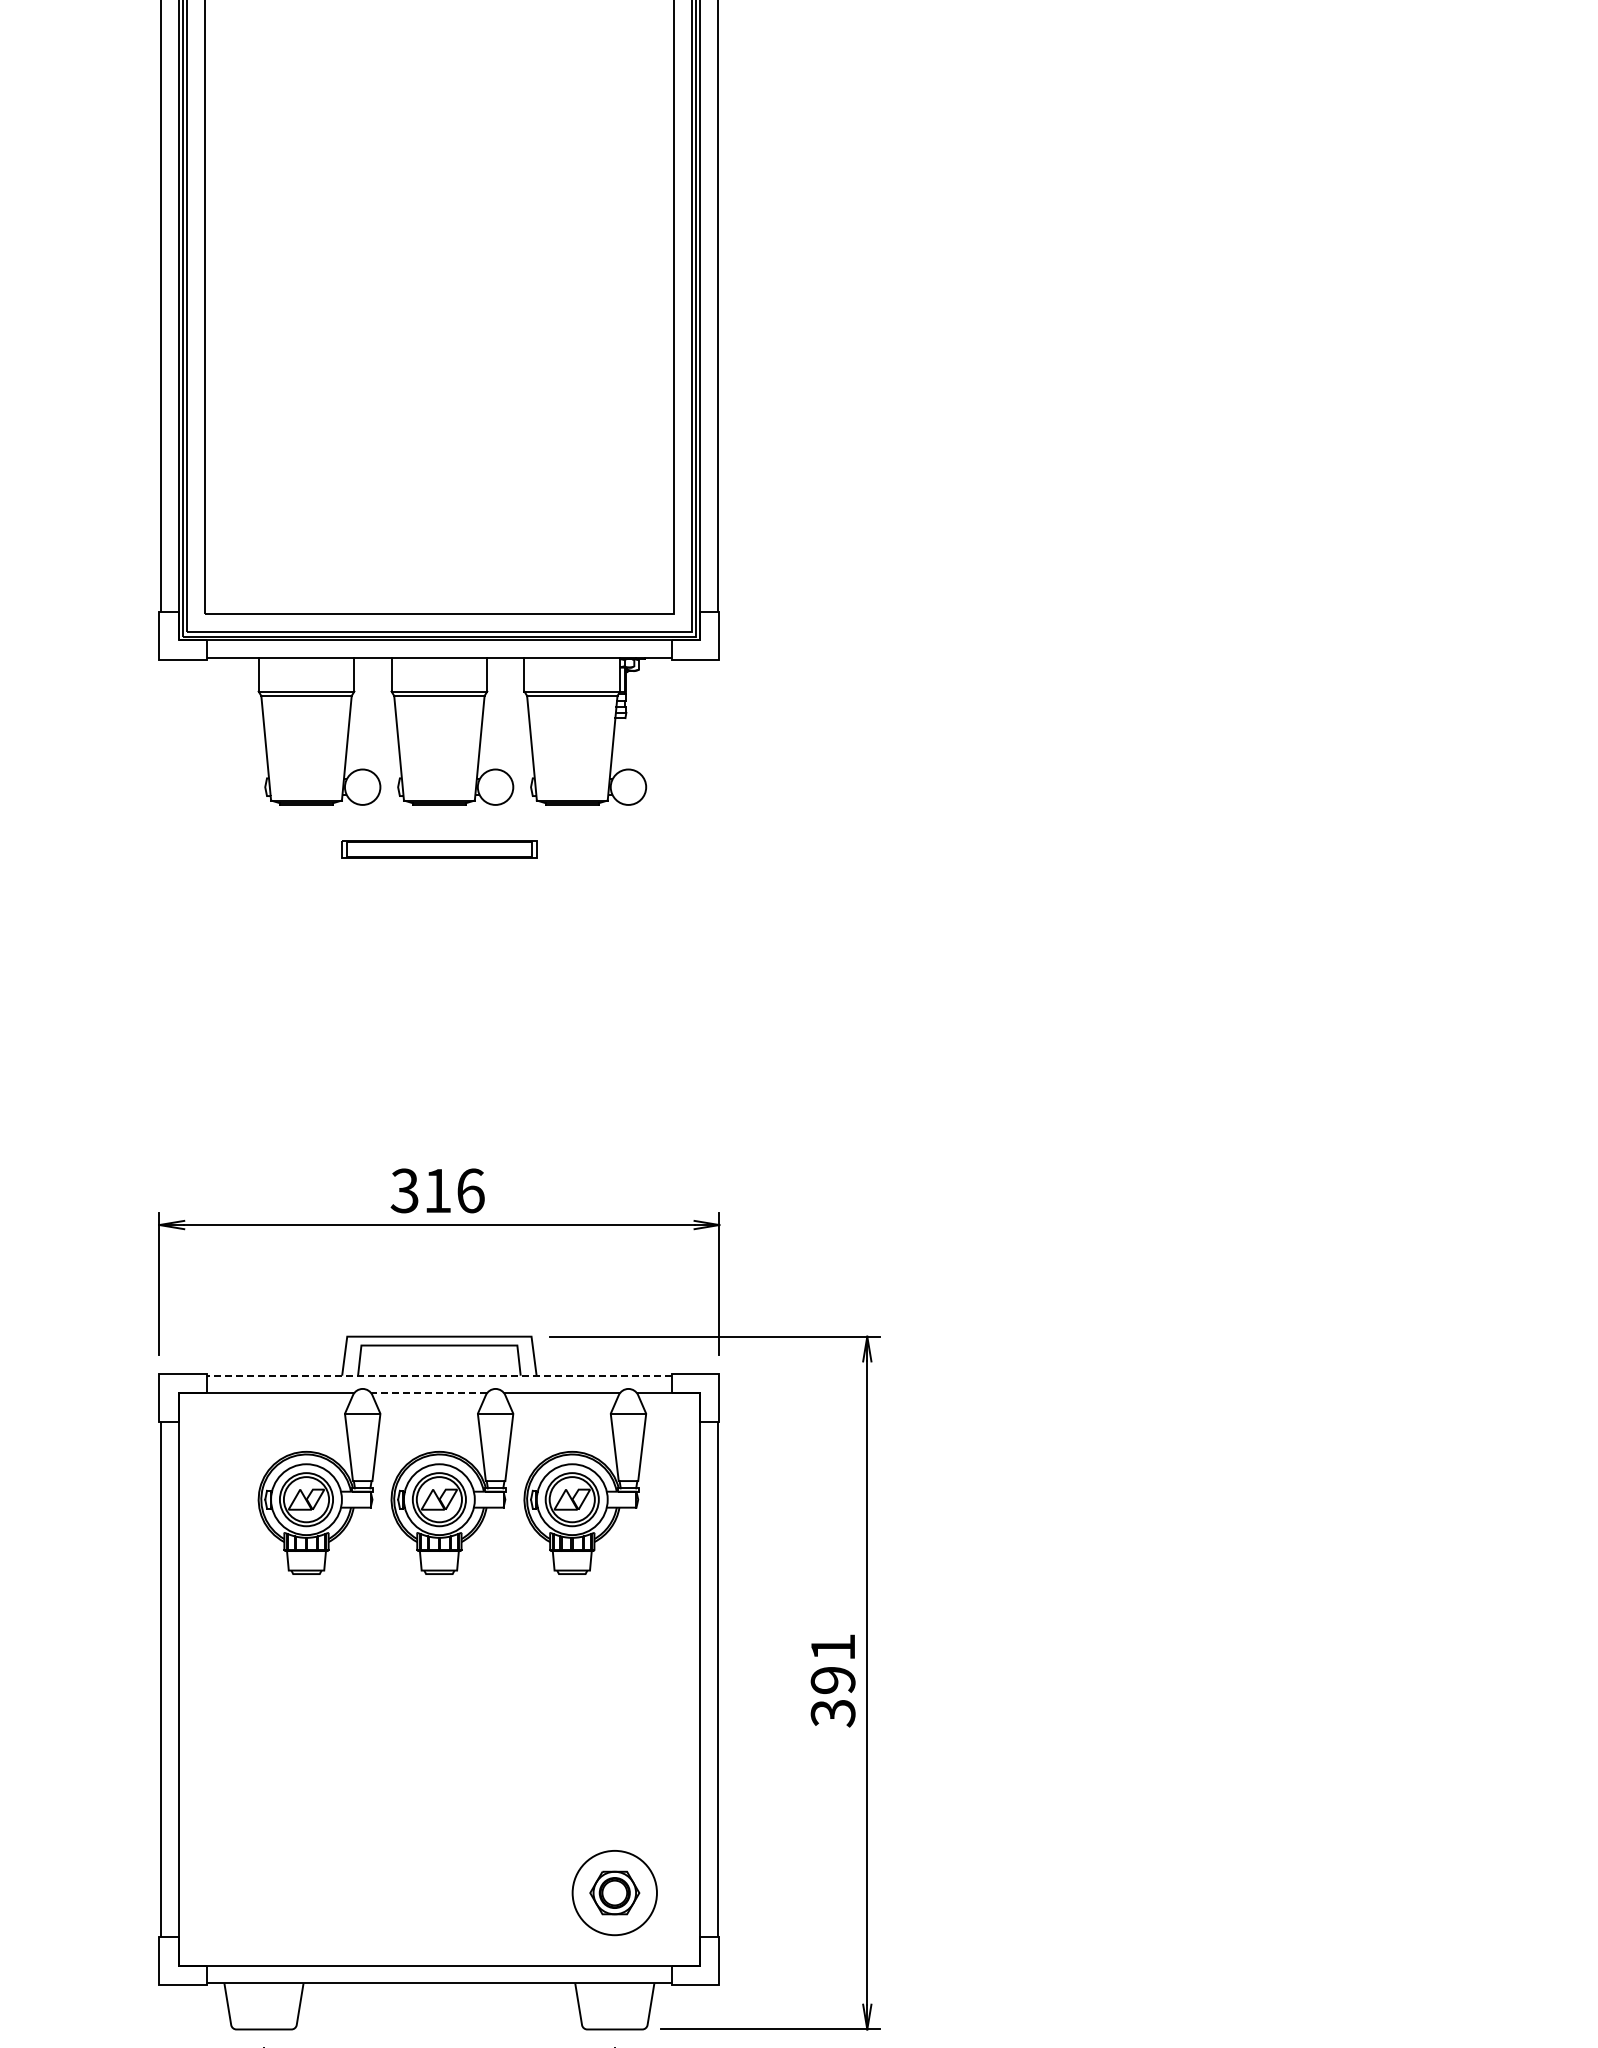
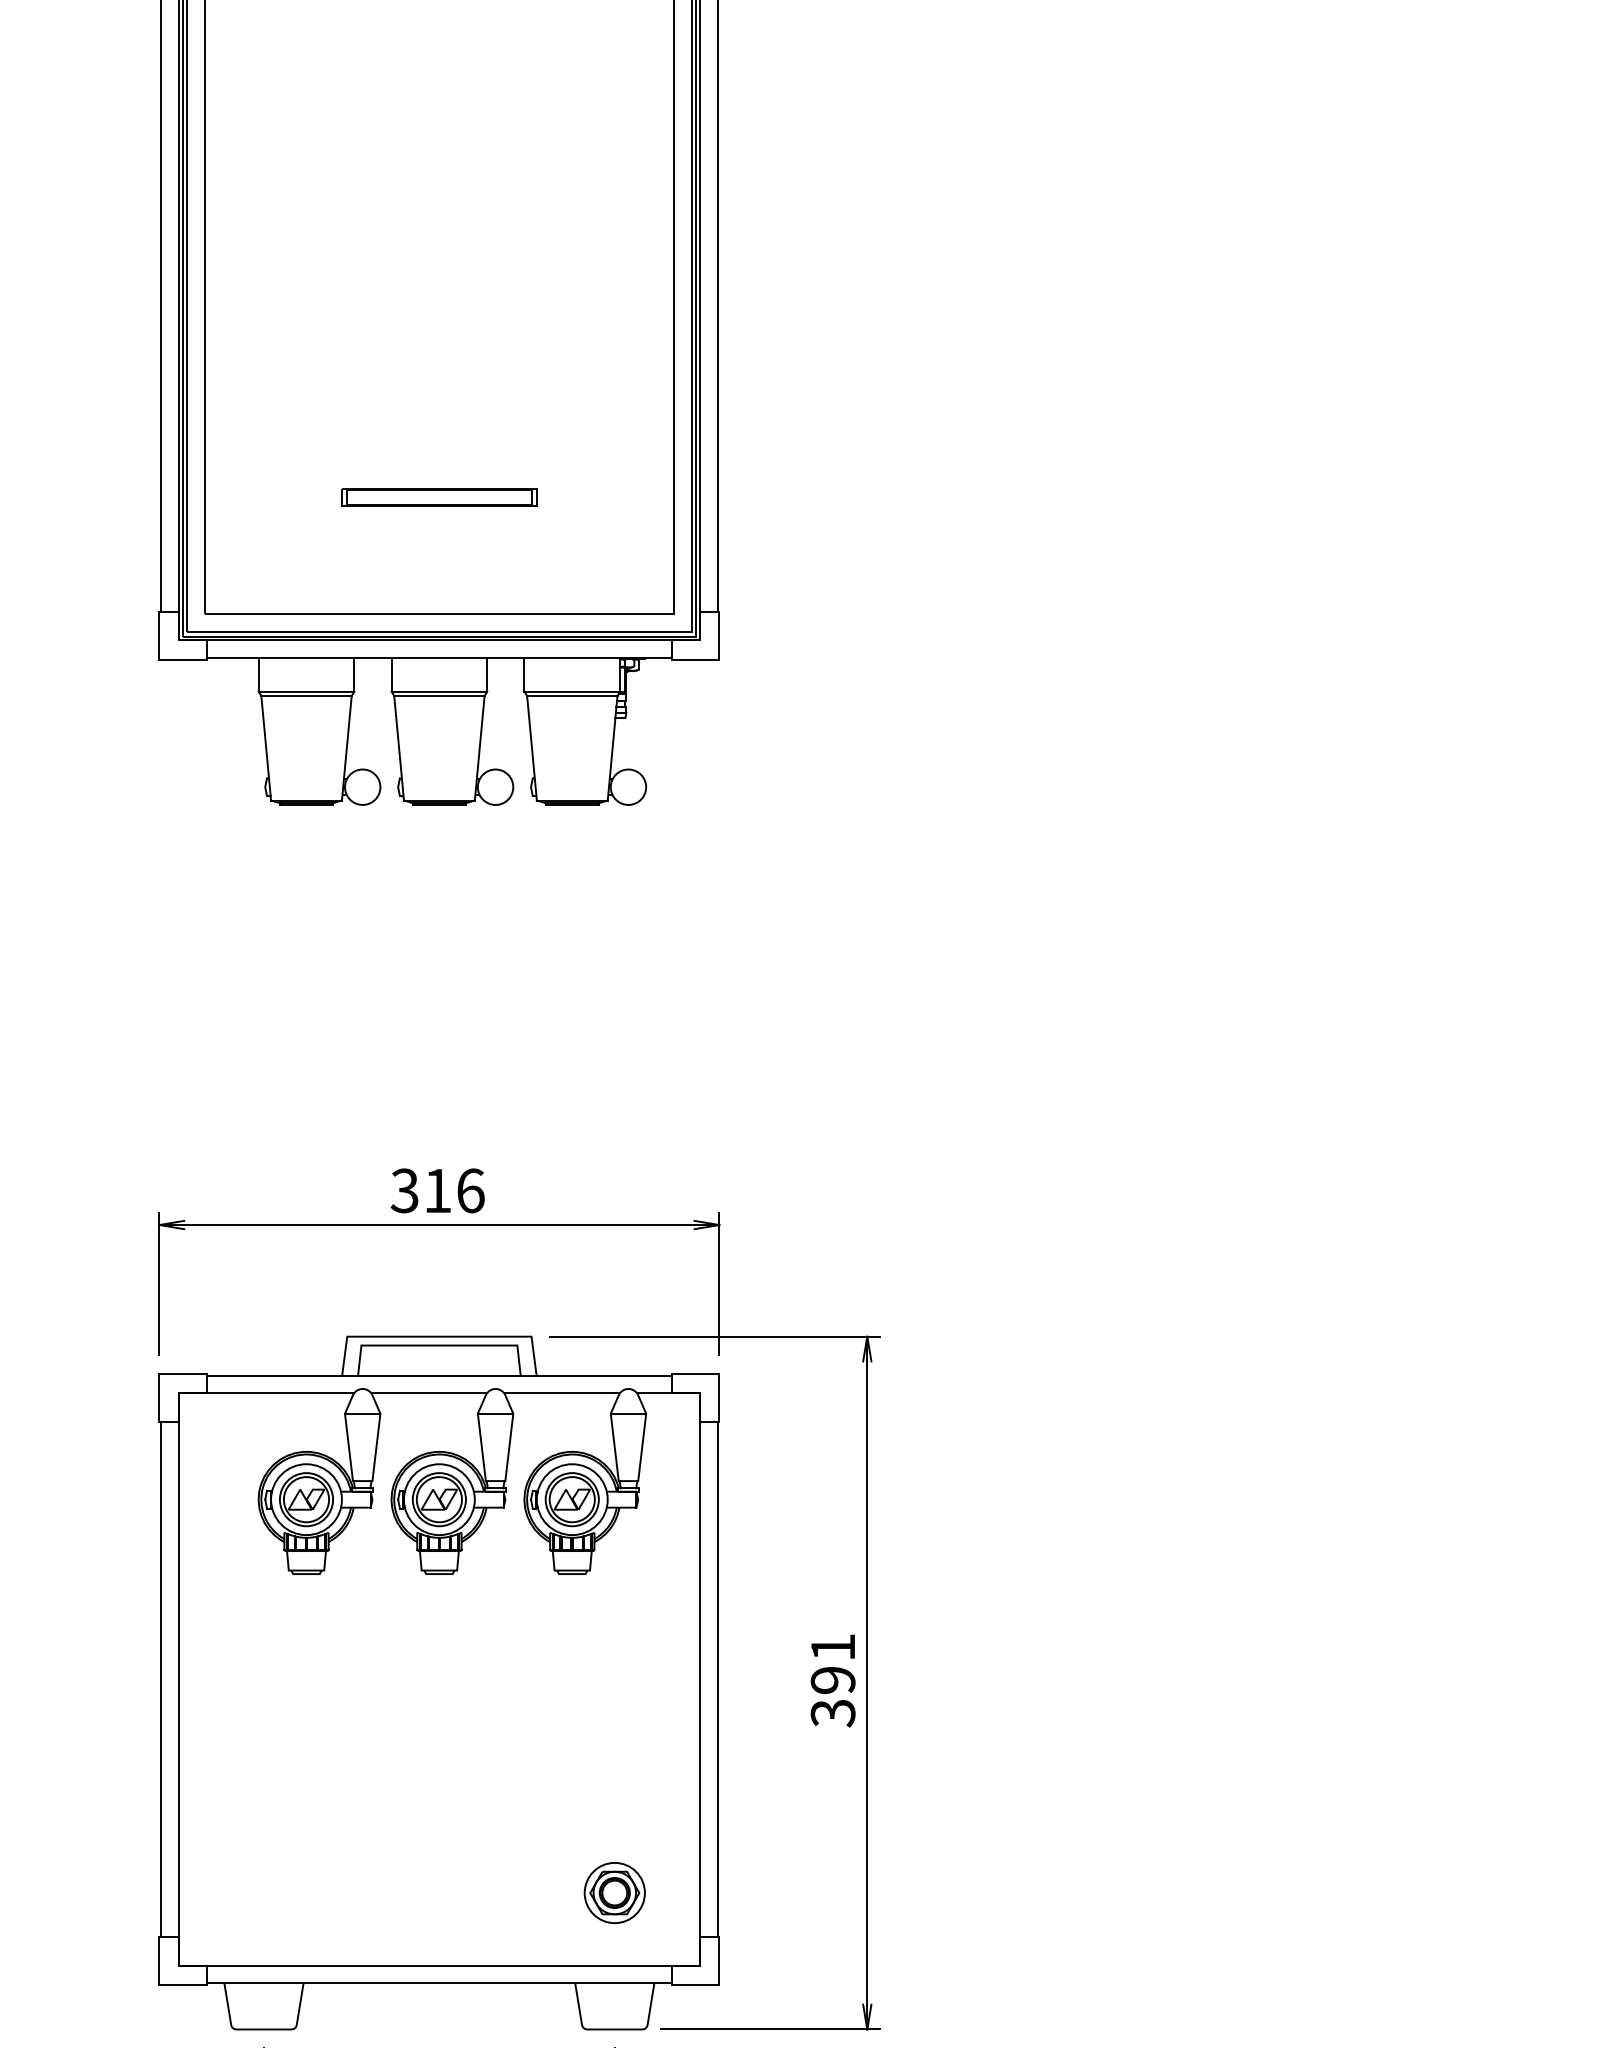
part at (439, 849) position: (439, 849) -> (439, 497)
line at (438, 1375): dashed -> solid
line at (429, 1393): dashed -> solid
circle at (614, 1892) diameter: 84 px -> 60 px
